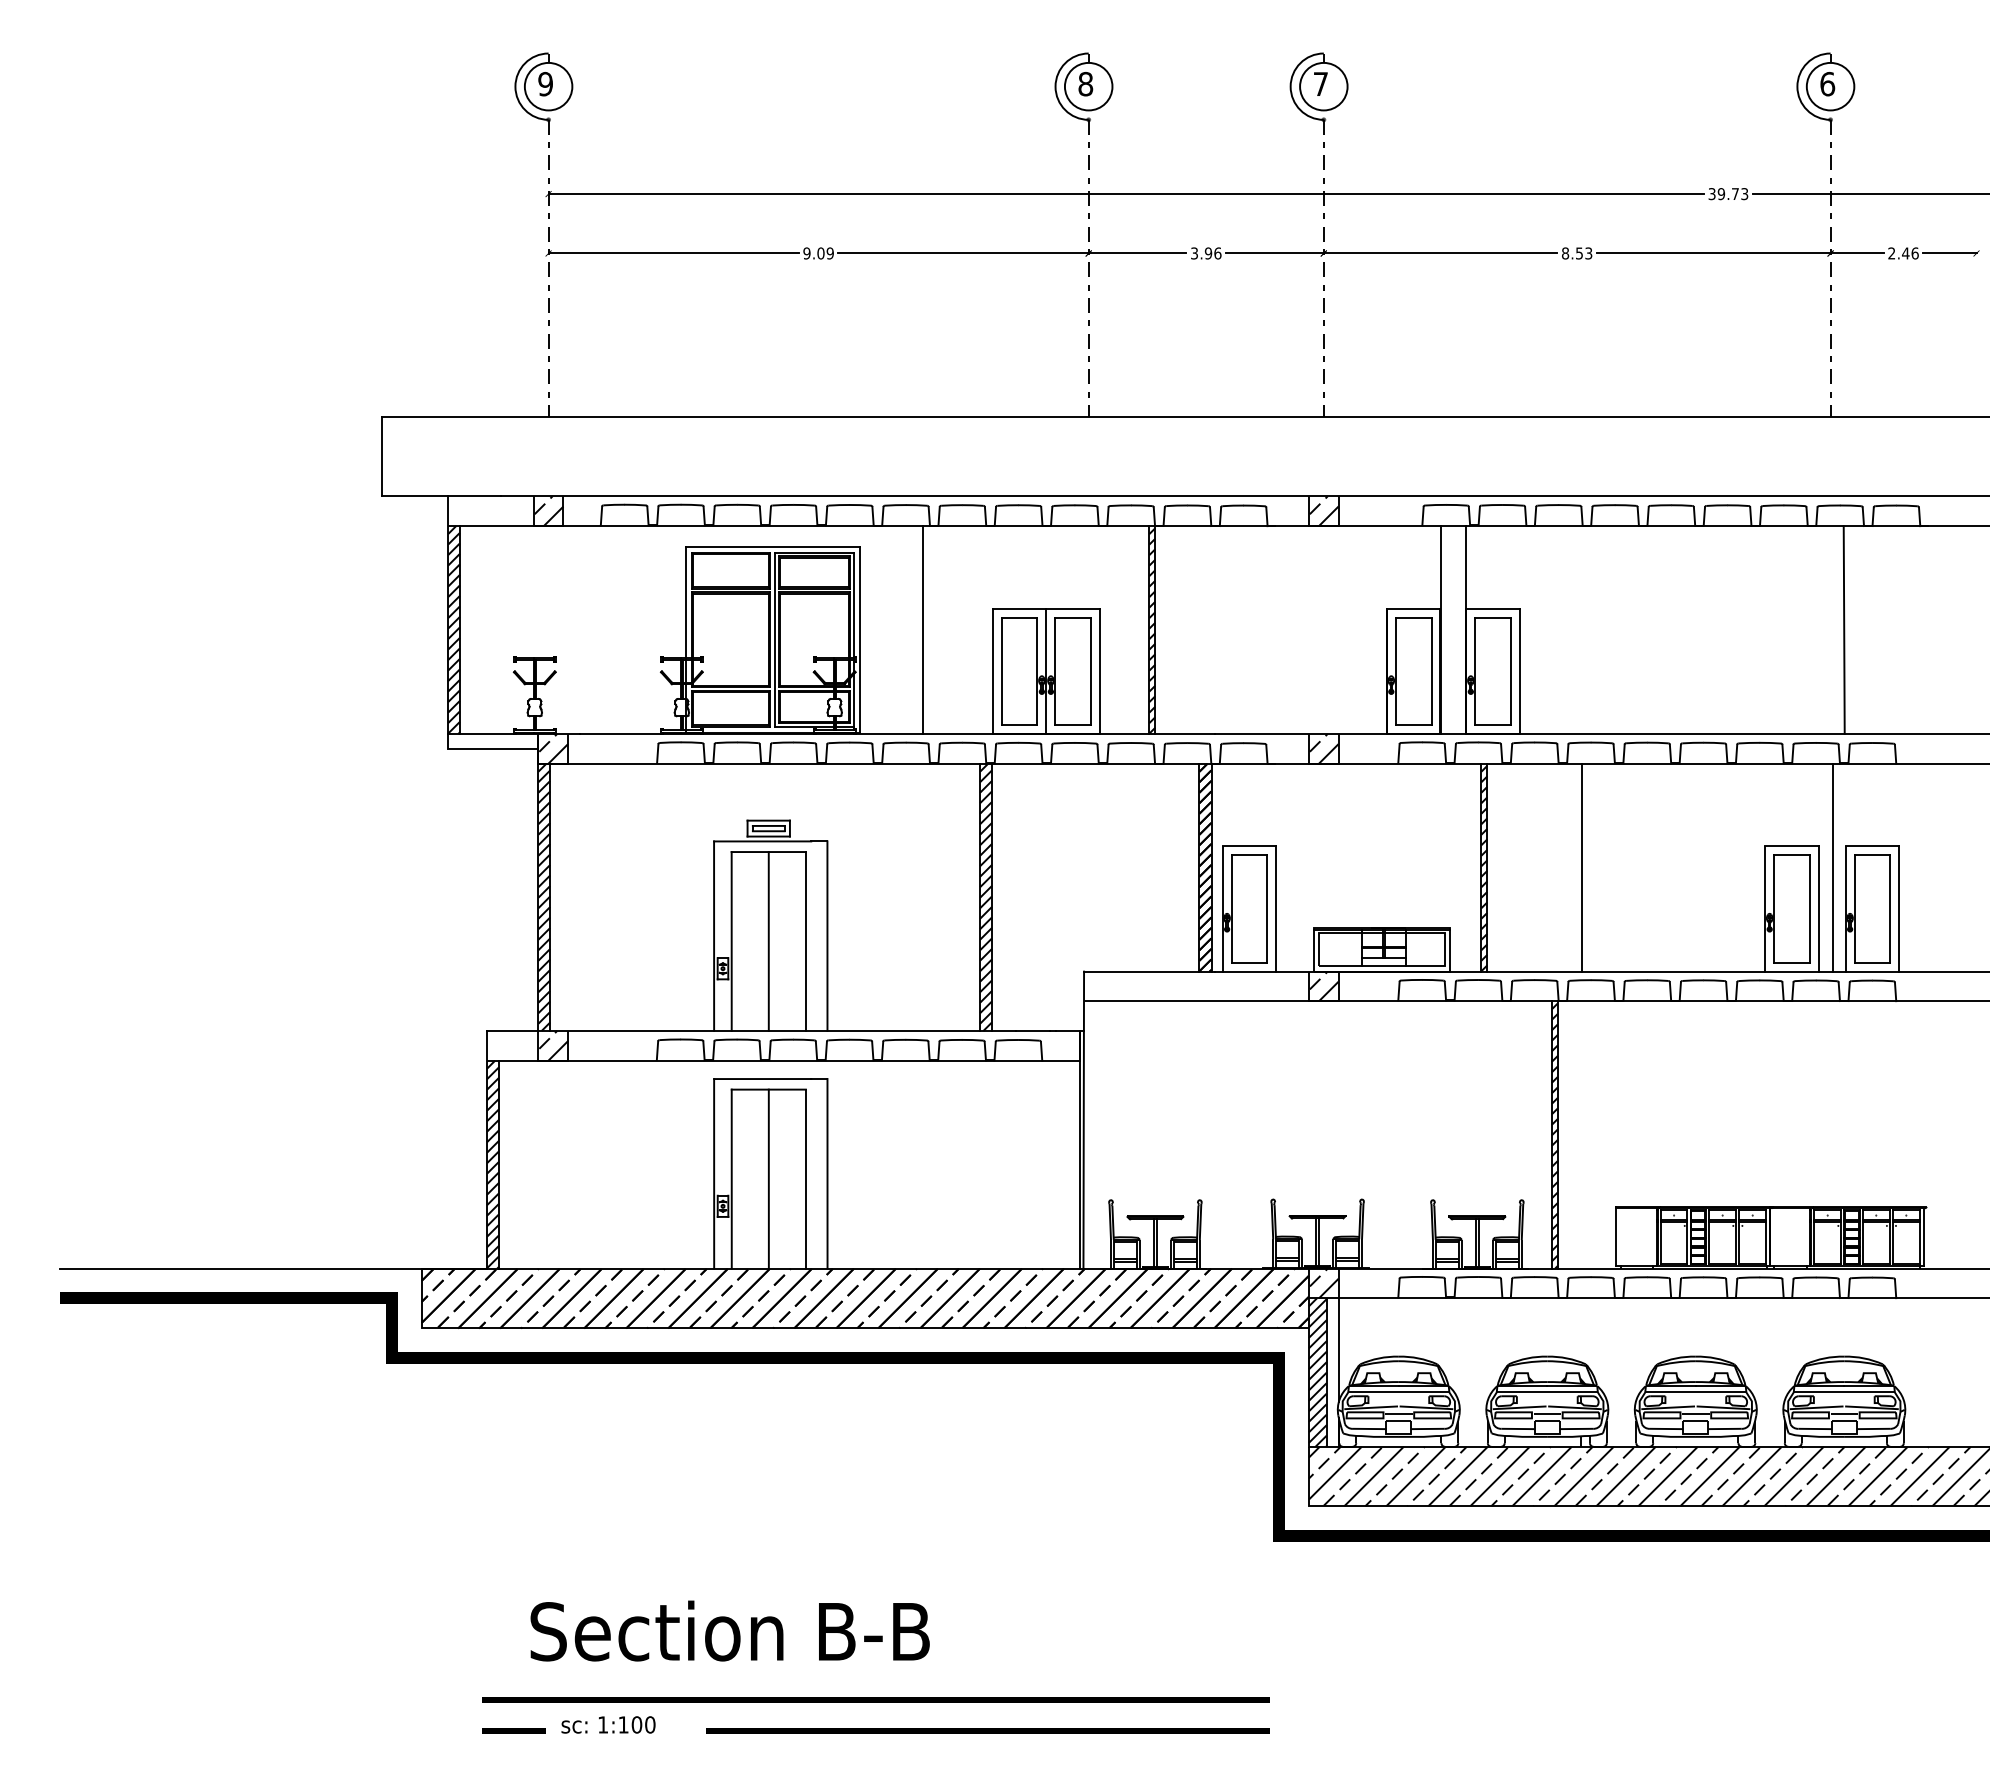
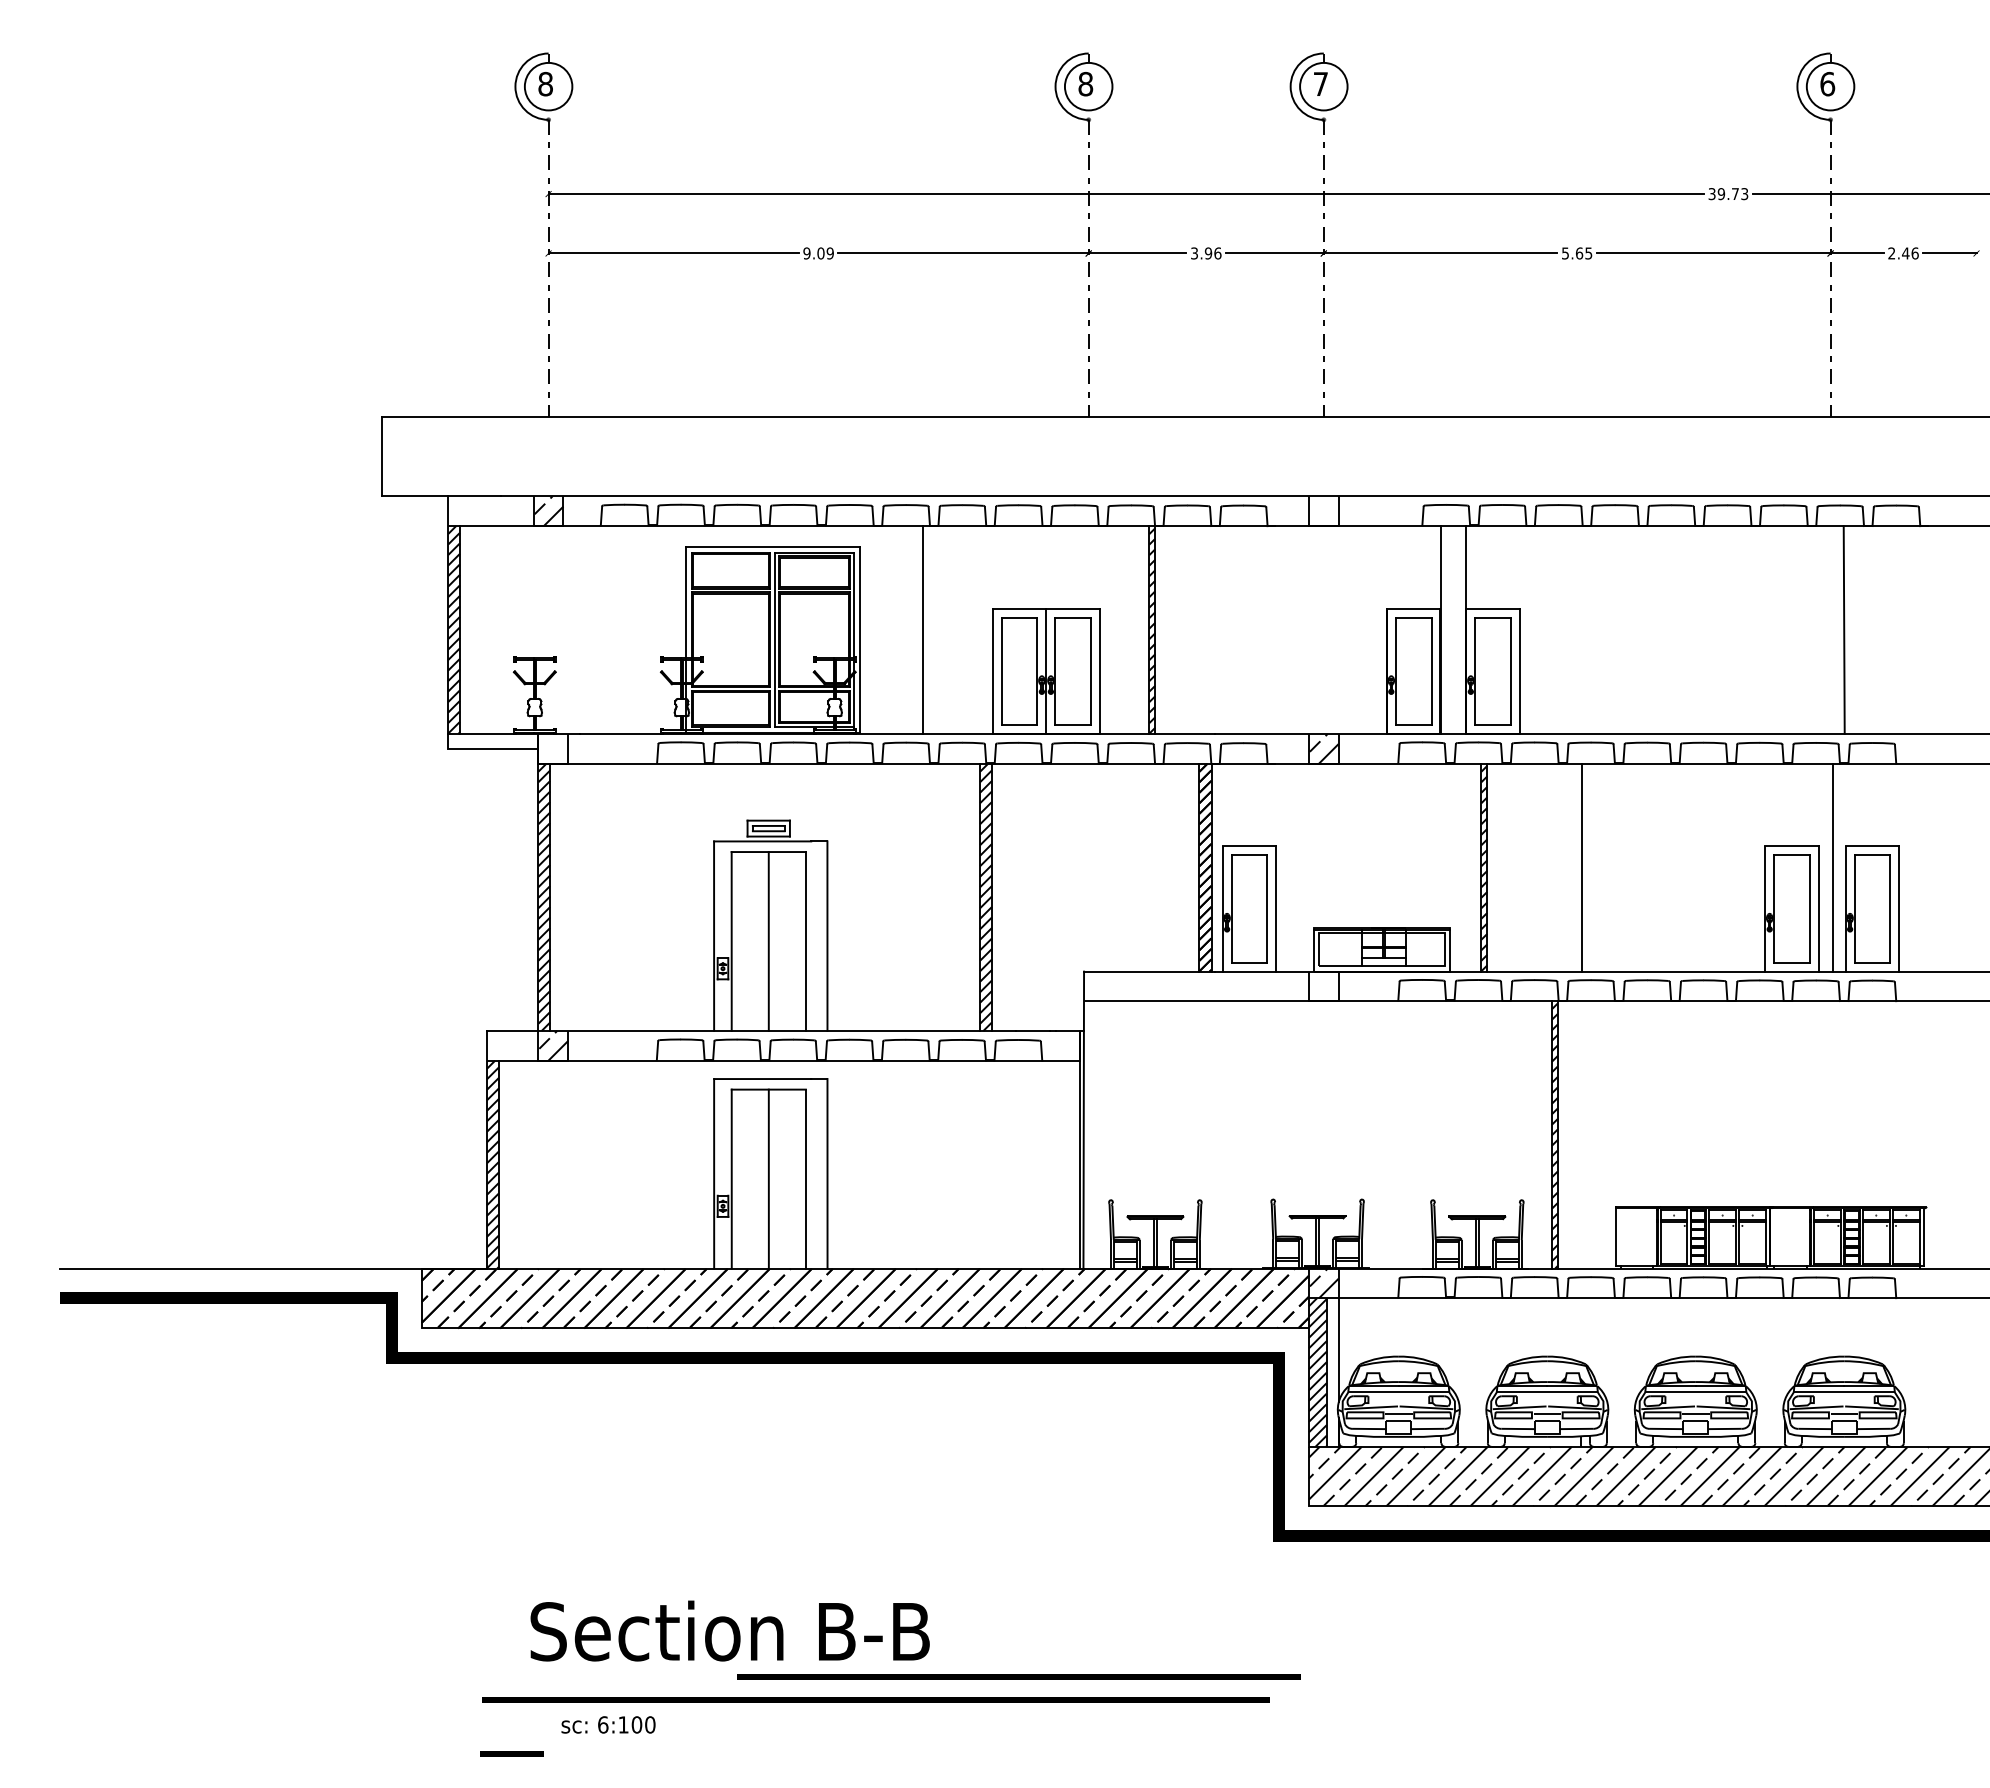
text at (545, 84): 9 -> 8
text at (1577, 253): 8.53 -> 5.65
hatch at (1323, 511): present -> none
hatch at (553, 748): present -> none
hatch at (1323, 986): present -> none
text at (603, 1724): 1:100 -> 6:100
line at (513, 1730) position: (513, 1730) -> (511, 1753)
line at (987, 1730) position: (987, 1730) -> (1018, 1676)
